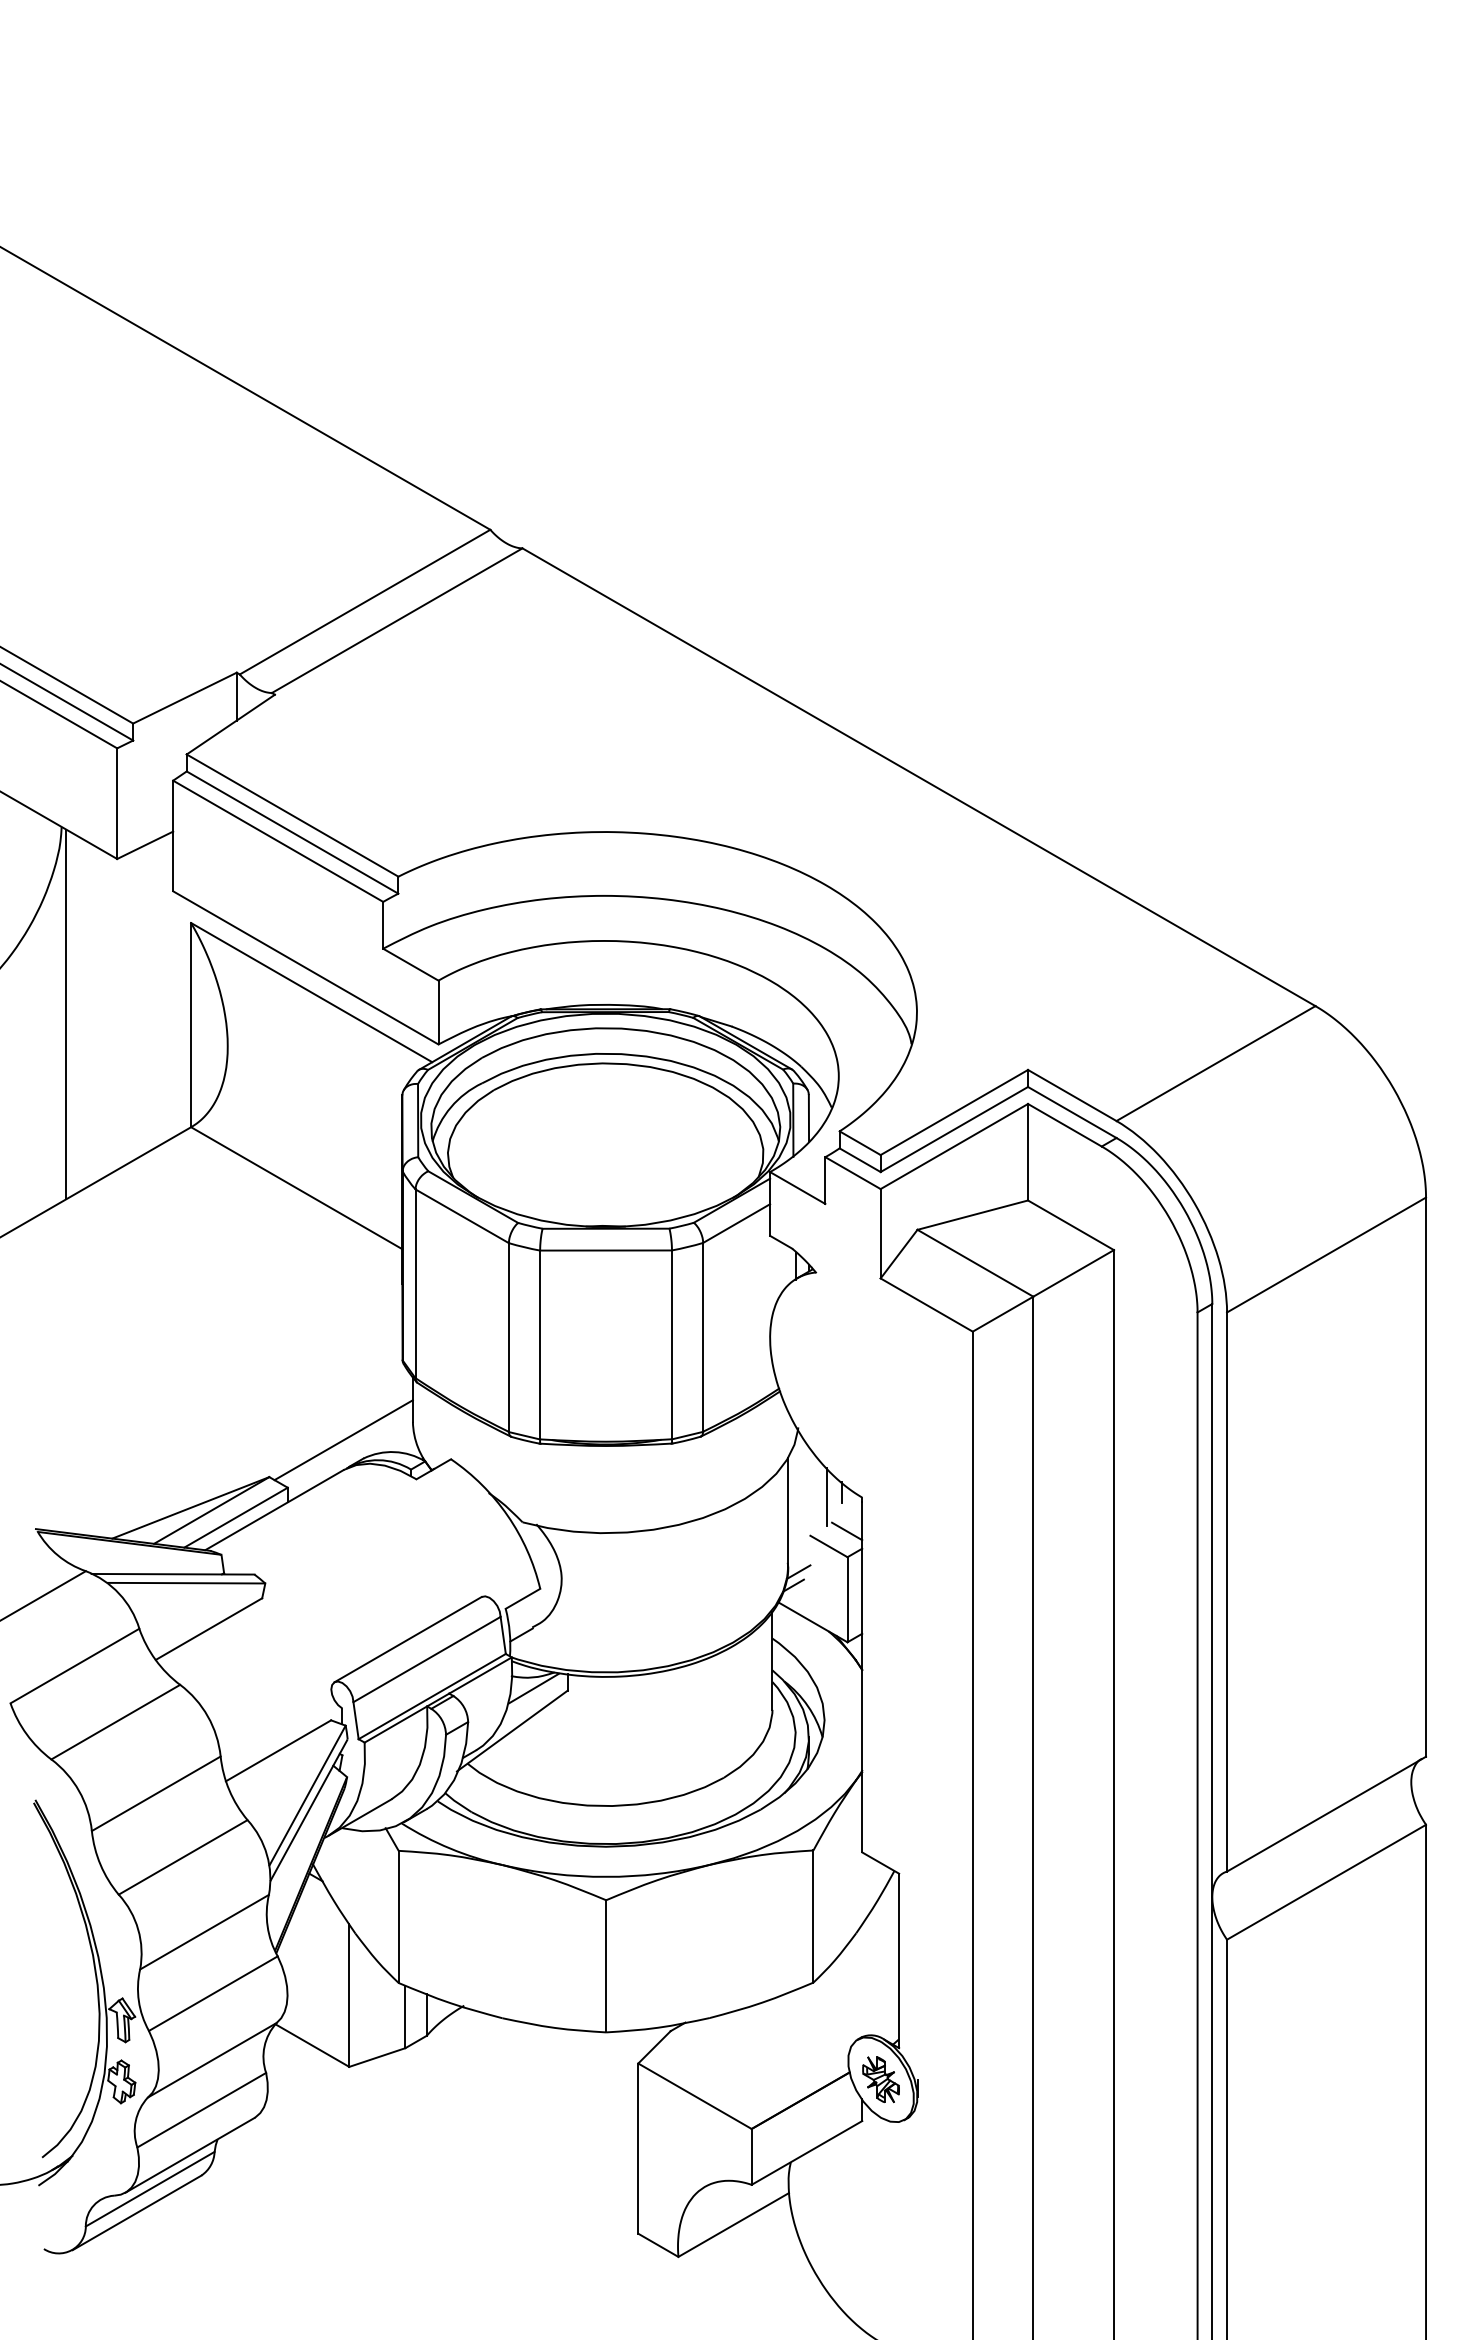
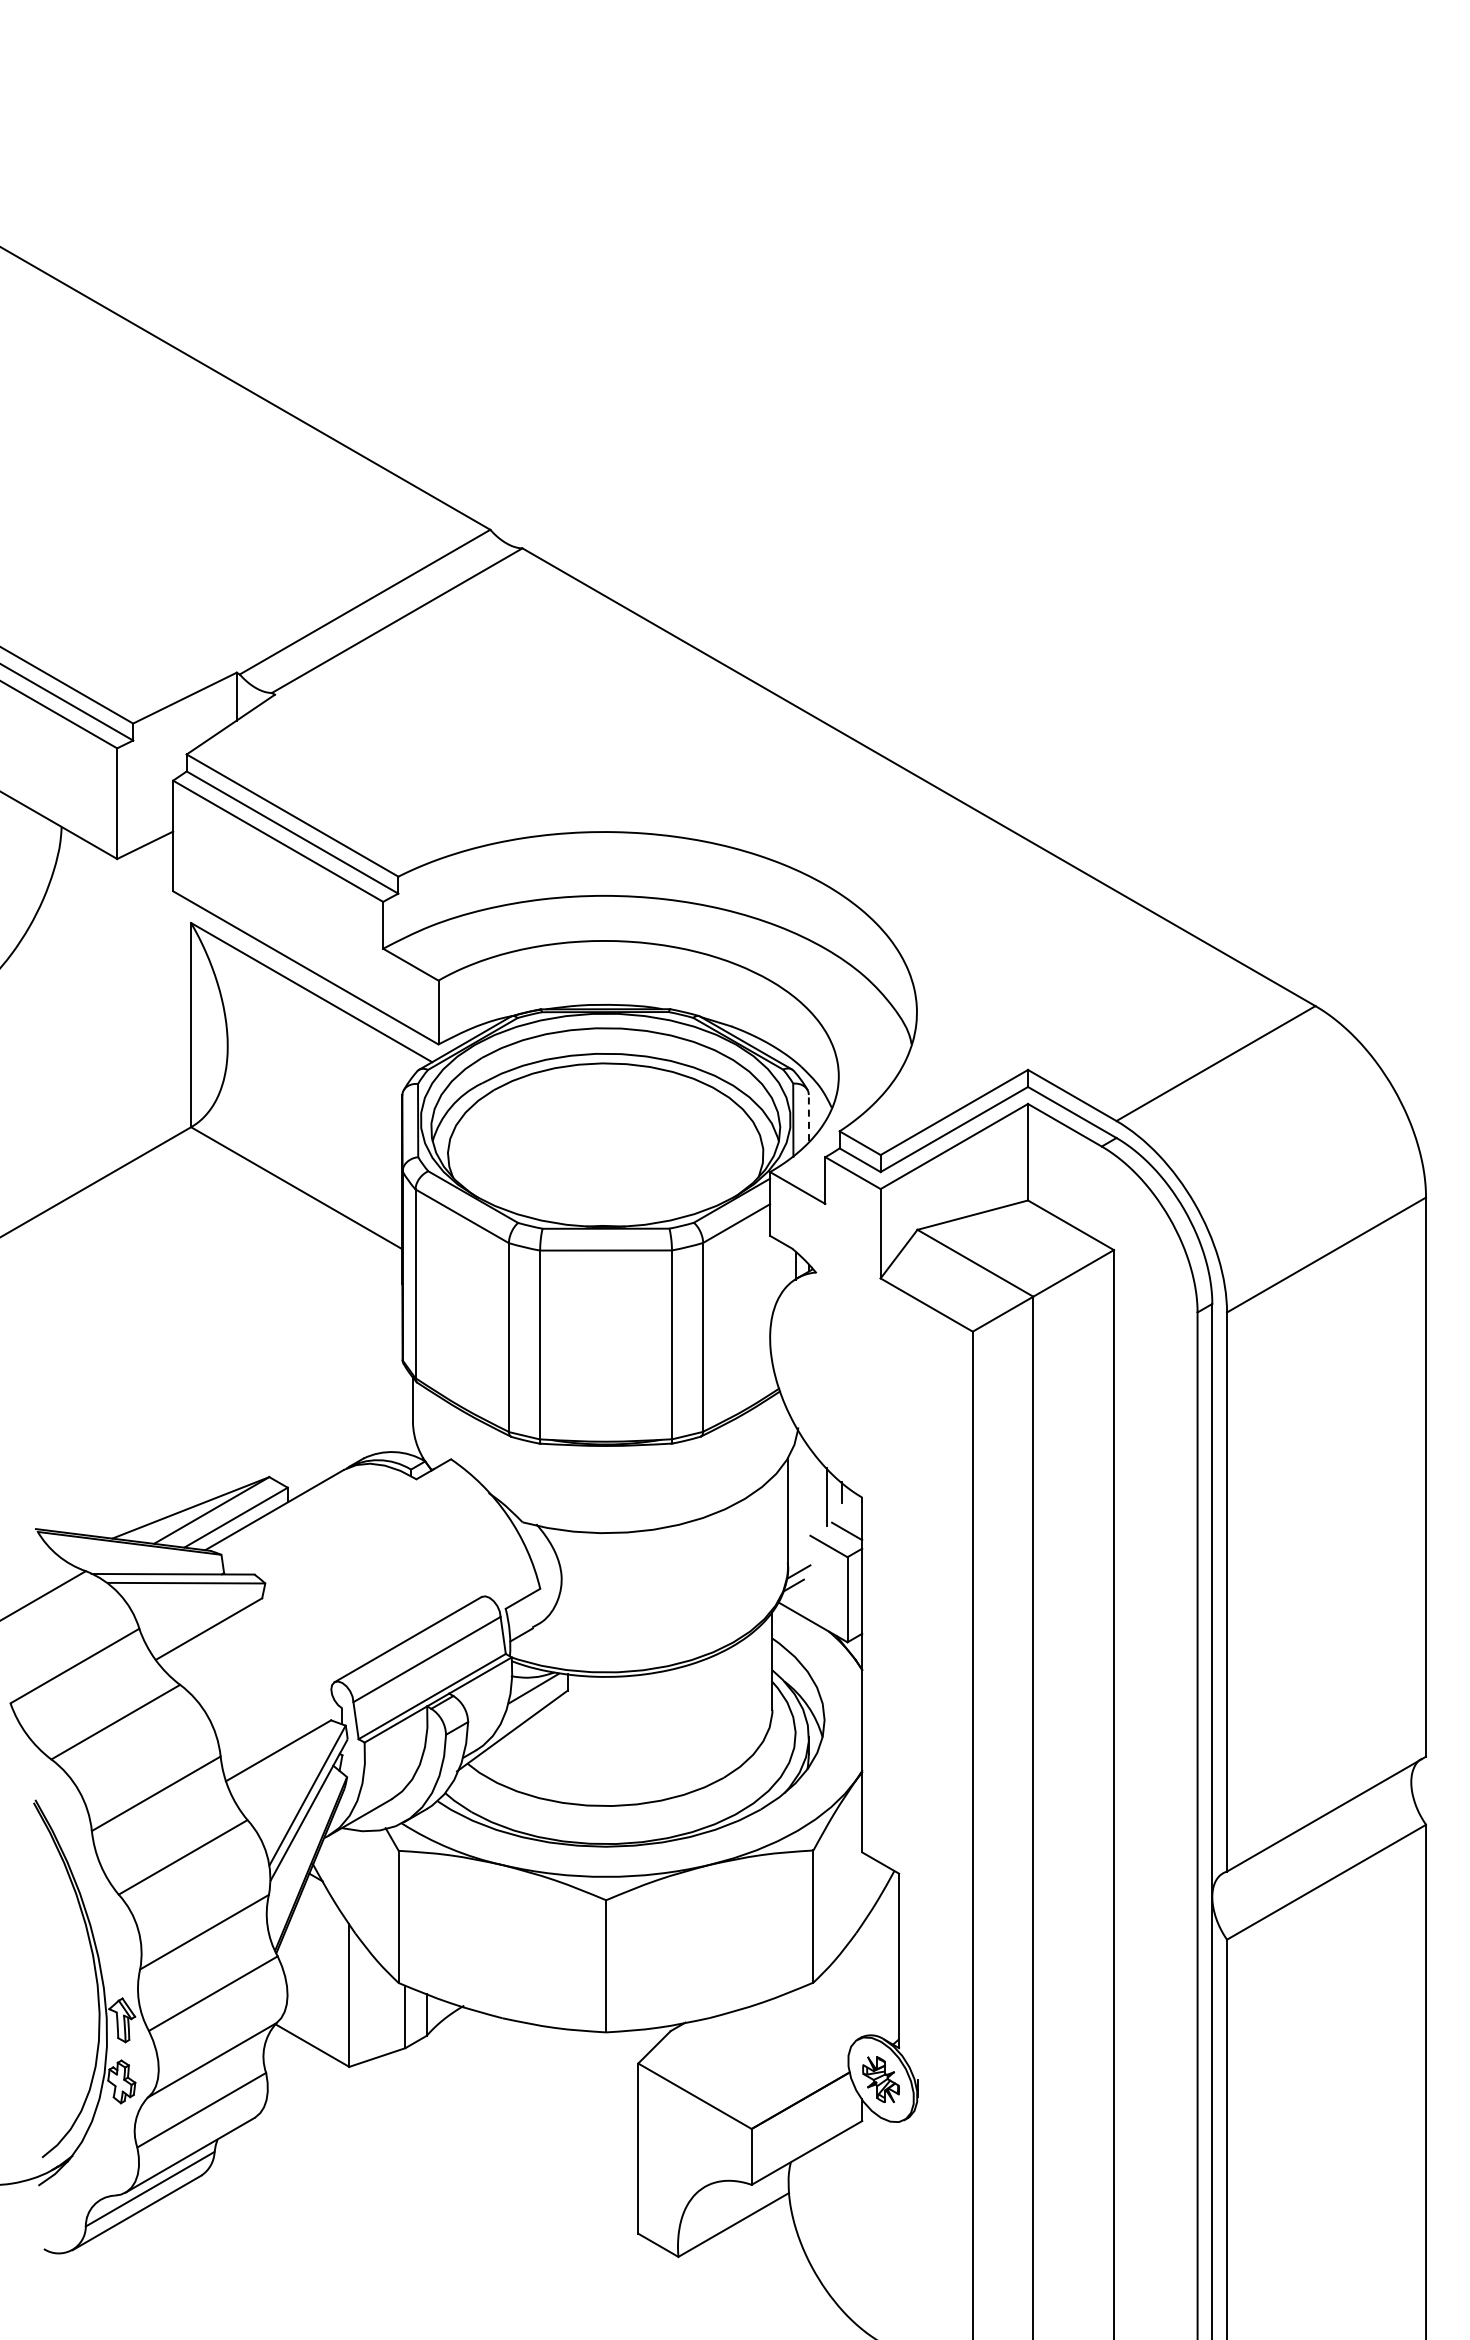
line at (66, 1014): present -> none
line at (808, 1117): solid -> dashed
line at (343, 1440): present -> none
